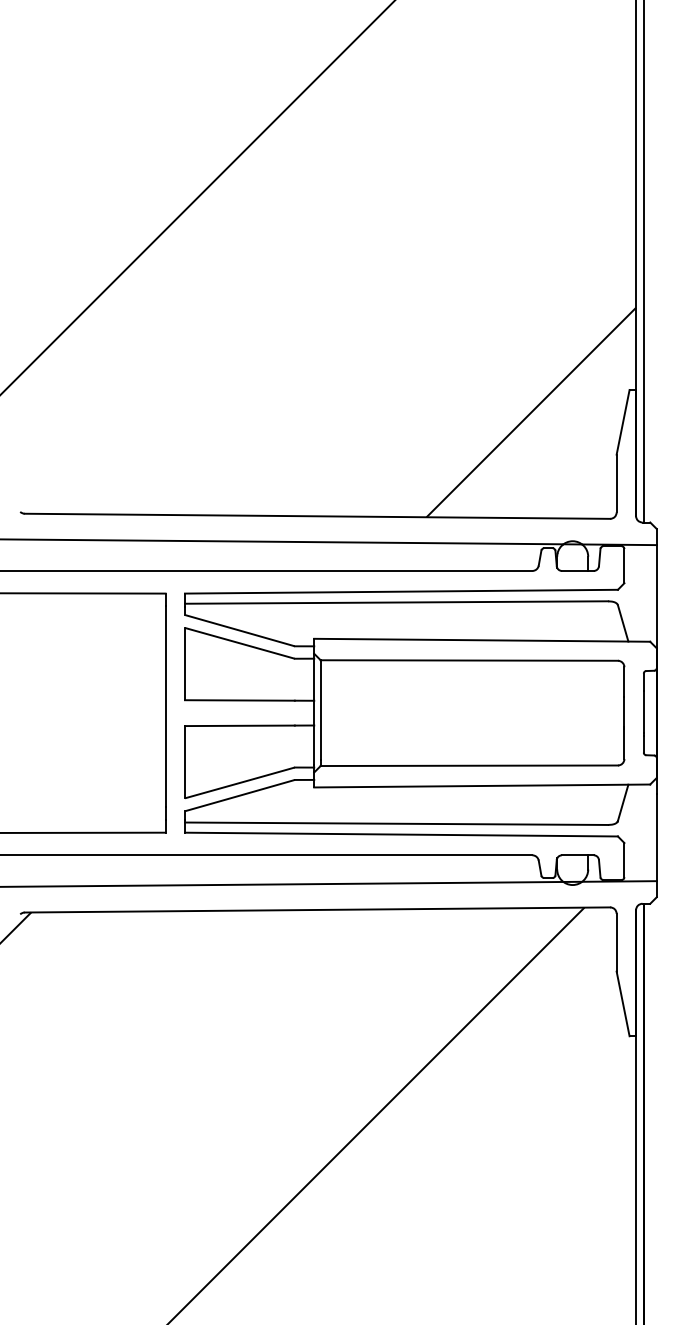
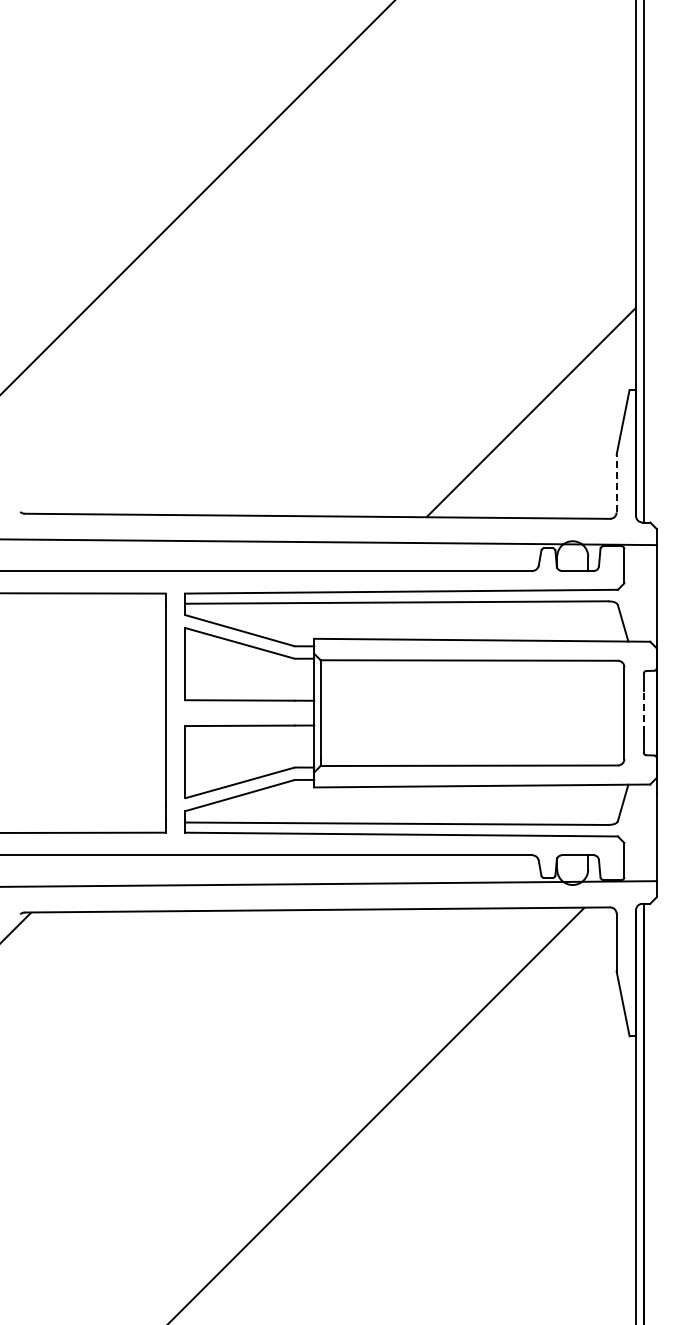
line at (616, 483): solid -> dashed
line at (643, 711): solid -> dashed
